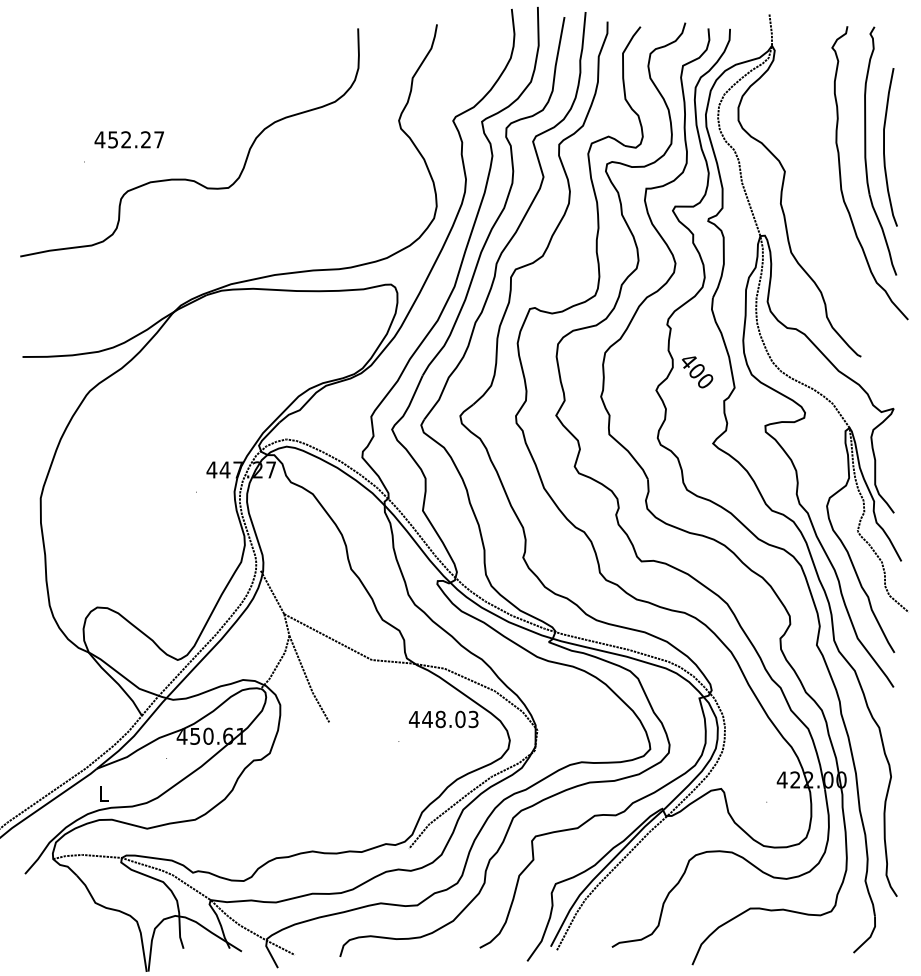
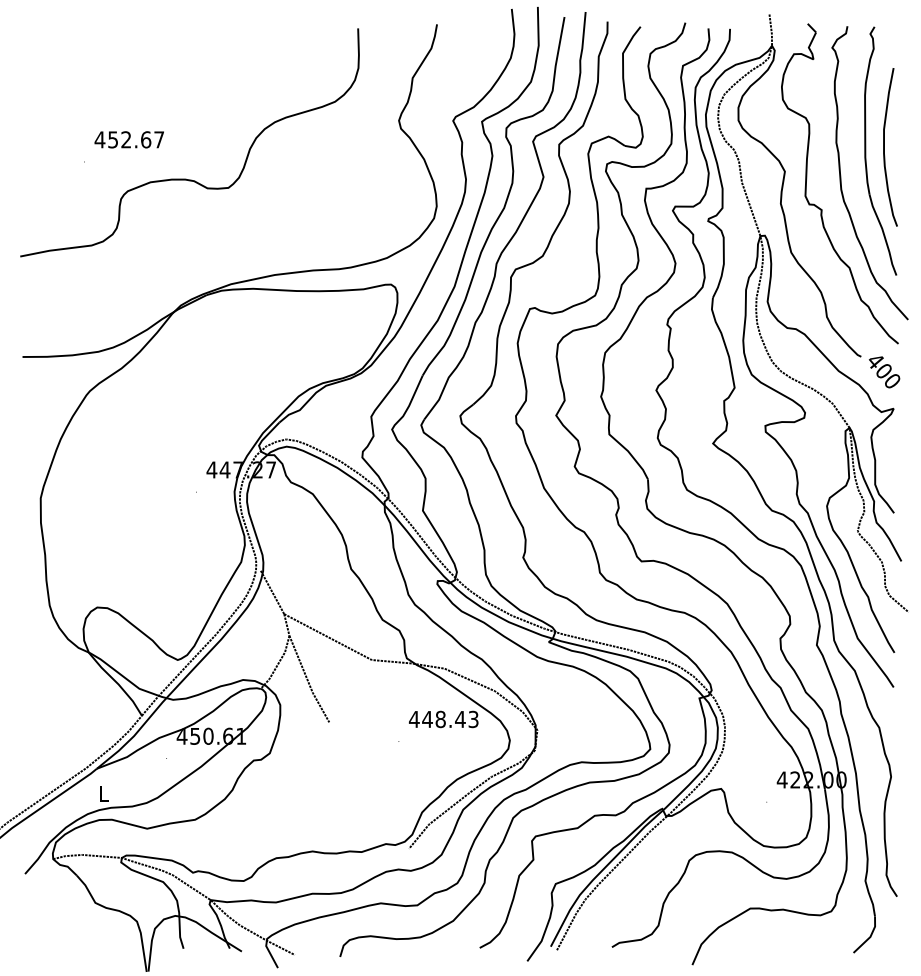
text at (146, 139): 452.27 -> 452.67
part at (821, 208): none -> present
text at (697, 372) position: (697, 372) -> (884, 372)
text at (460, 719): 448.03 -> 448.43
